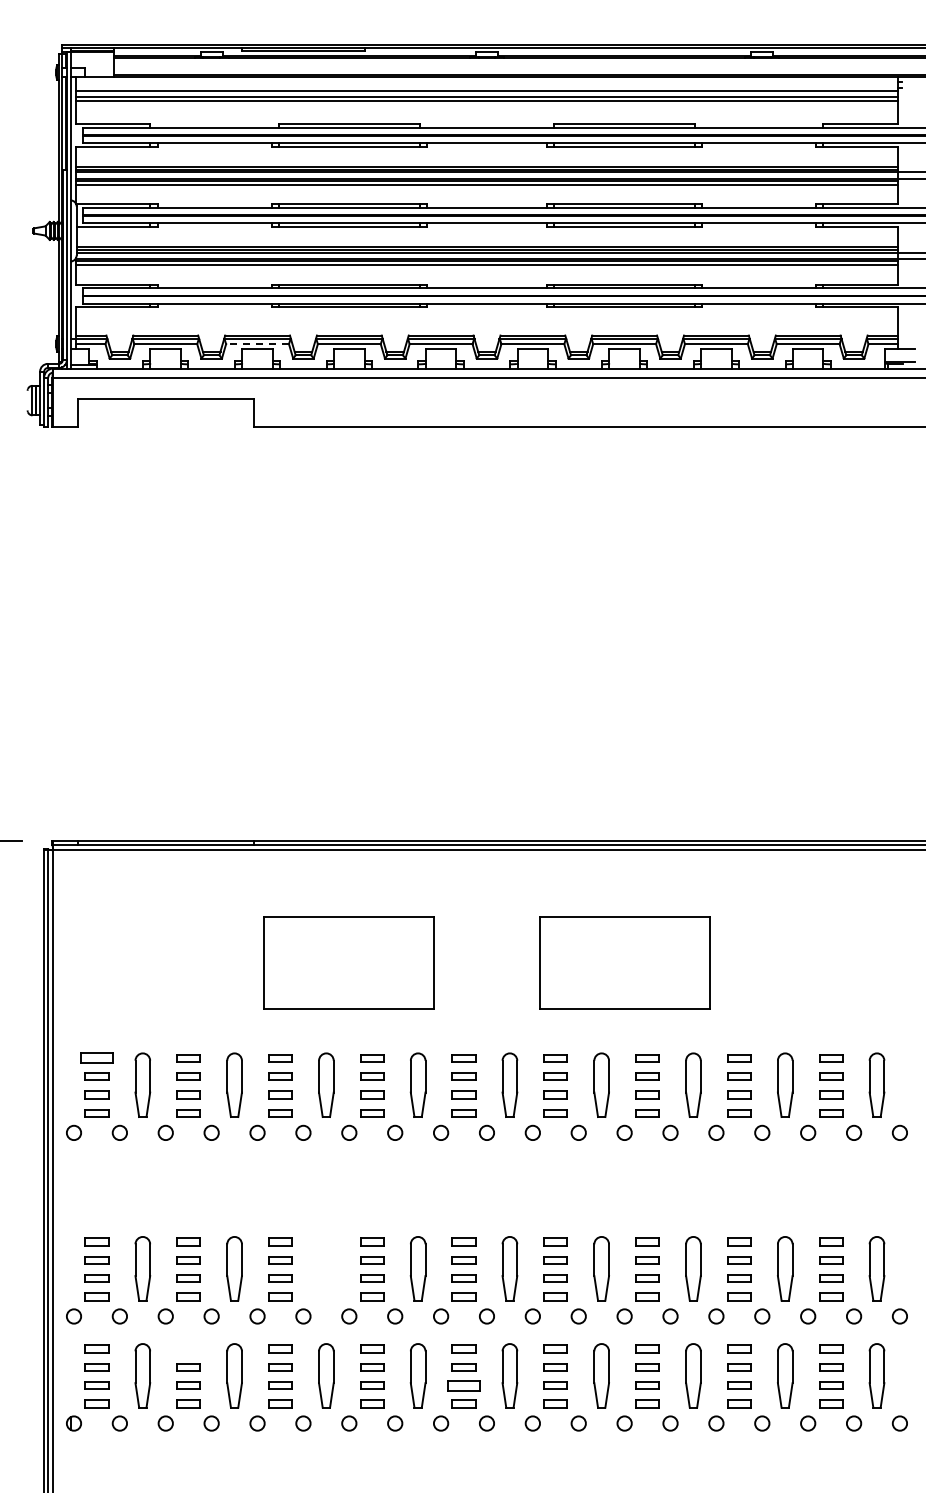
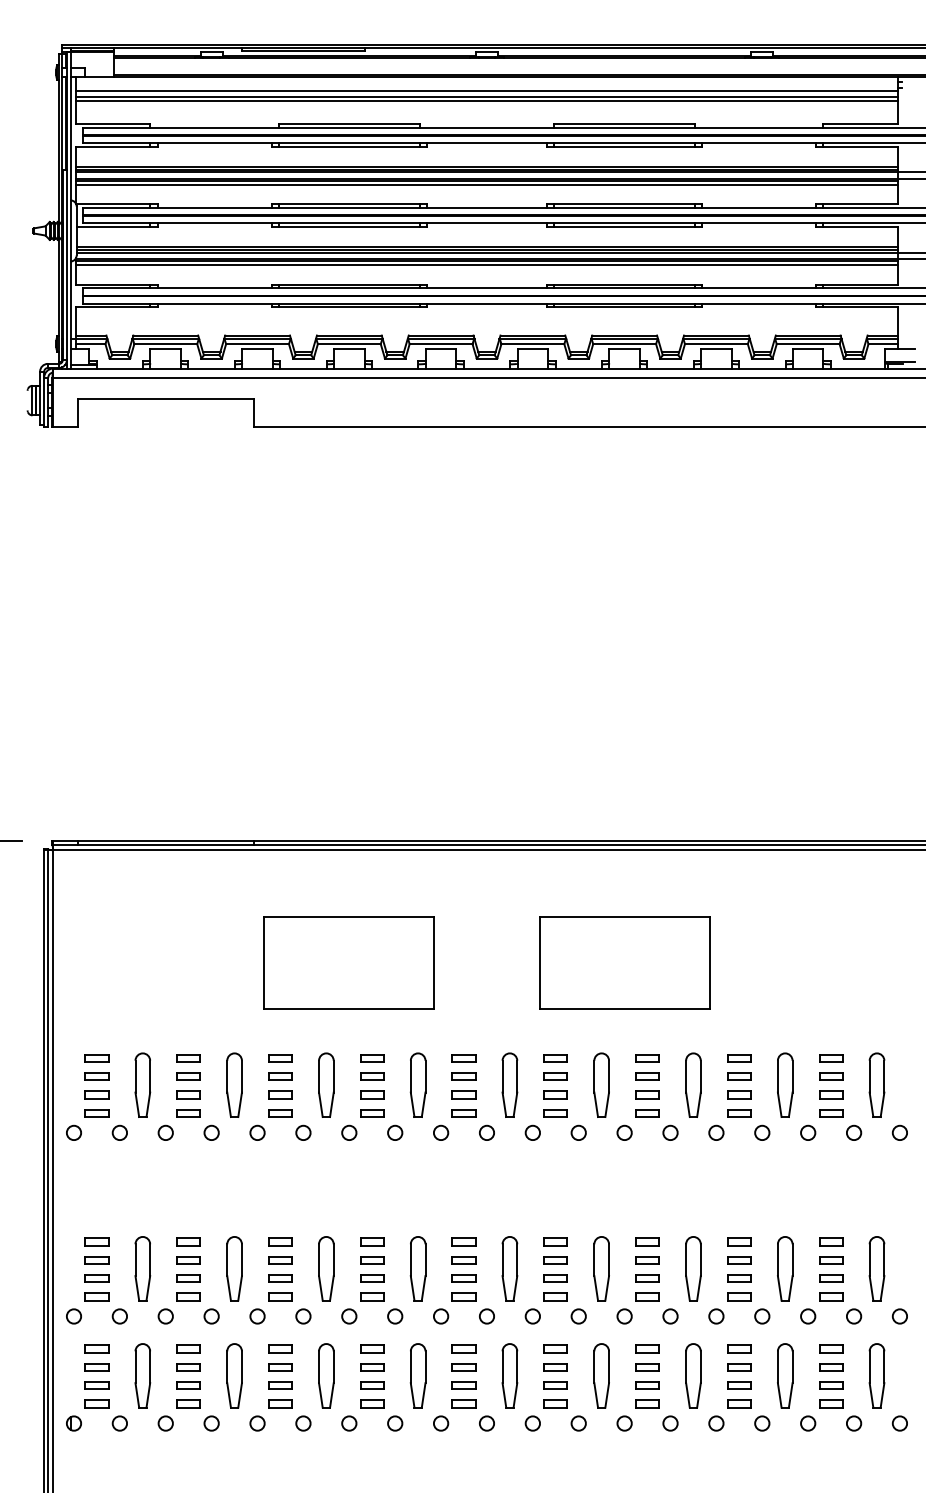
line at (257, 344): dashed -> solid
part at (96, 1057) size: 34x12 px -> 26x9 px
part at (326, 1268): none -> present
part at (188, 1348): none -> present
part at (463, 1385) size: 34x12 px -> 26x9 px
